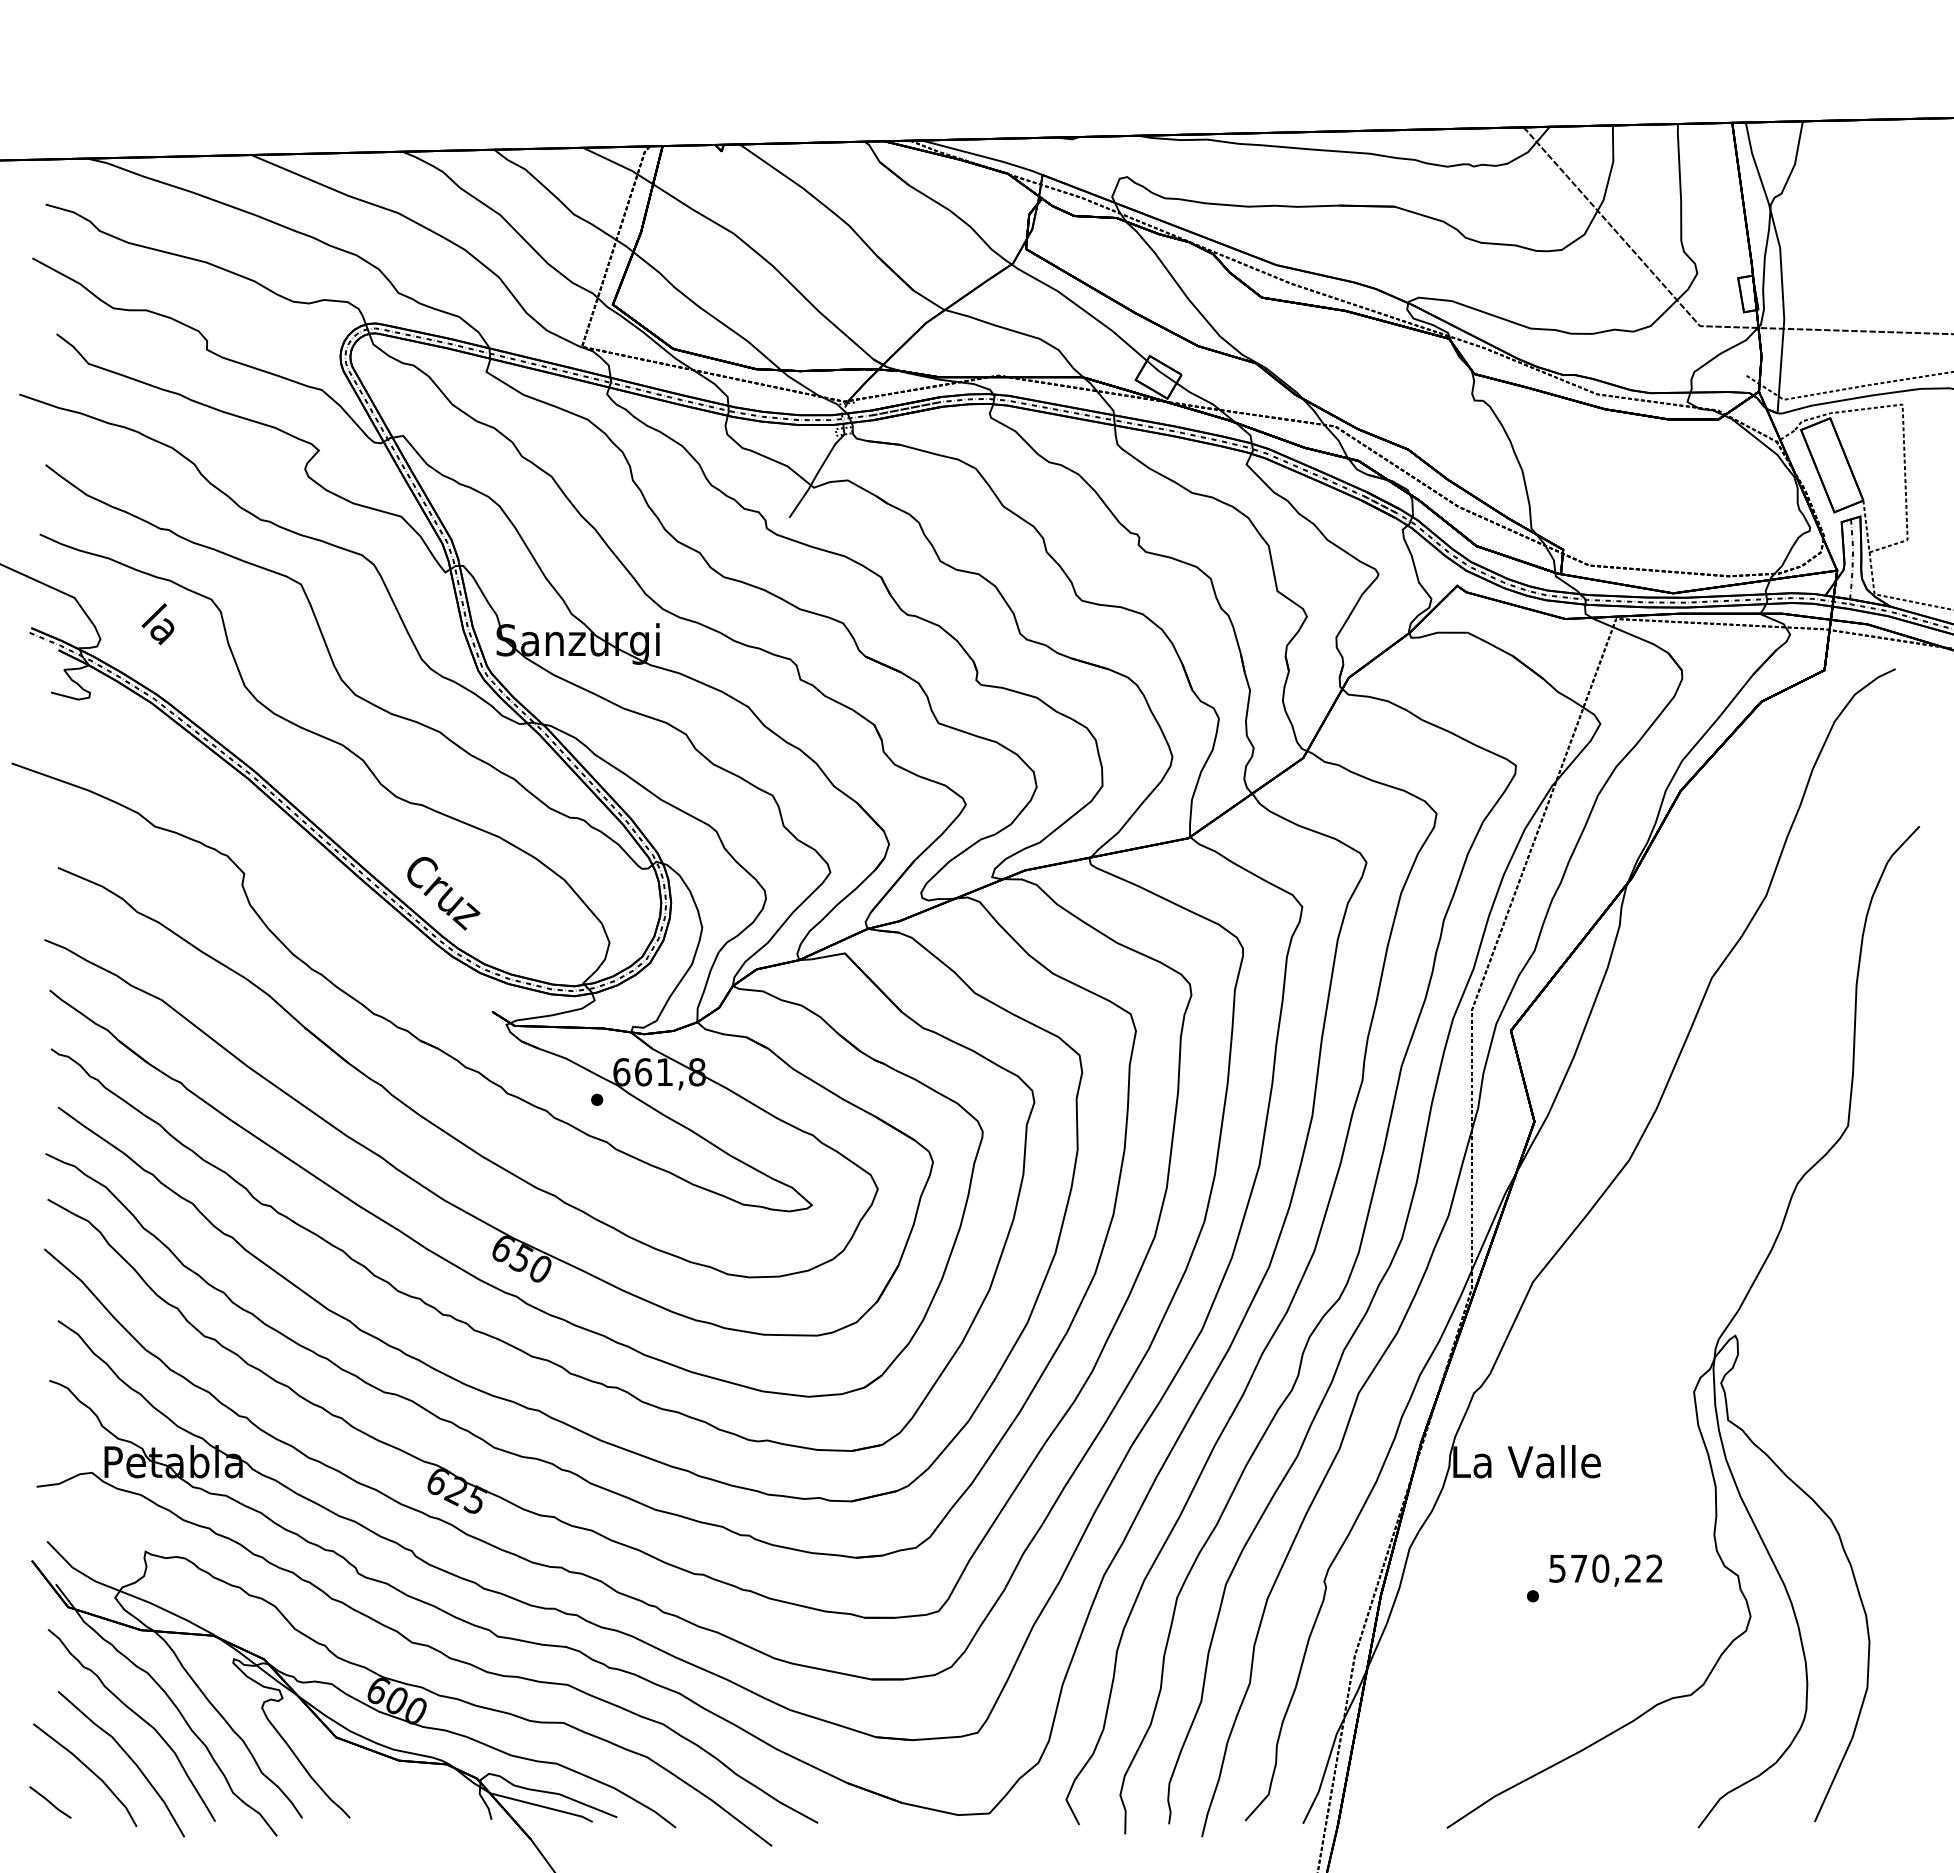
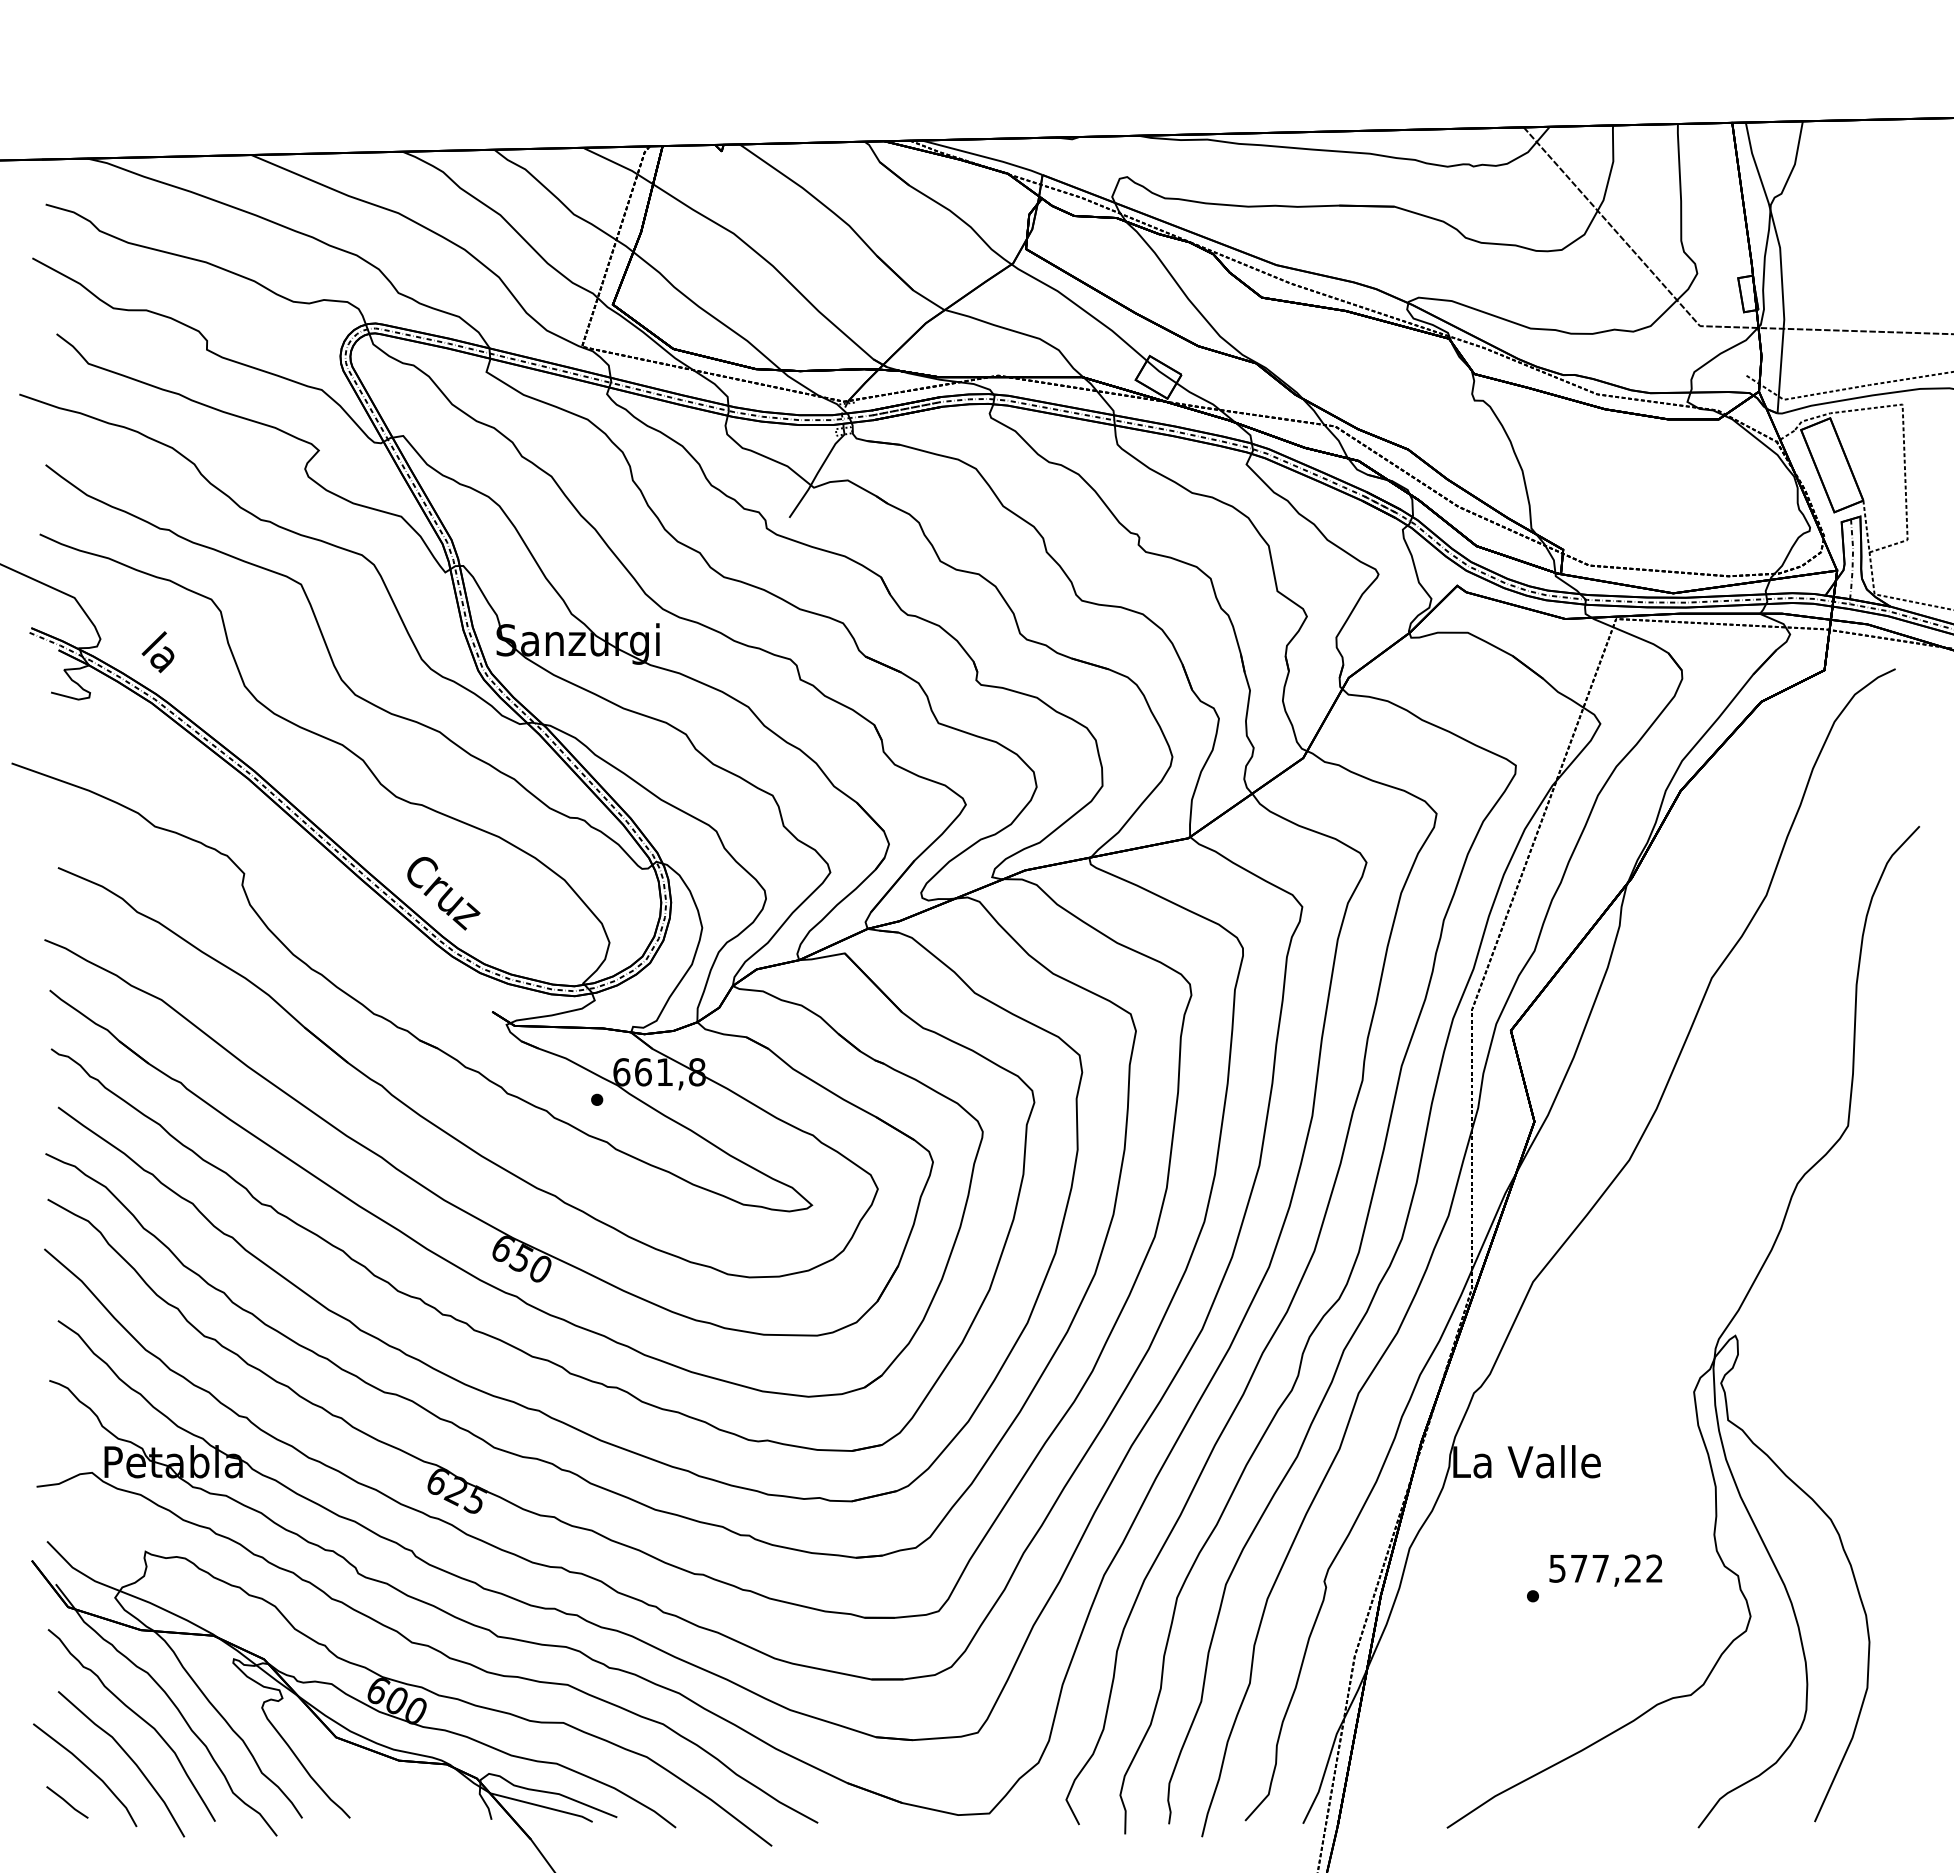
text at (157, 624) position: (157, 624) -> (157, 652)
text at (1600, 1568): 570,22 -> 577,22
line at (50, 1802) position: (50, 1802) -> (67, 1802)
